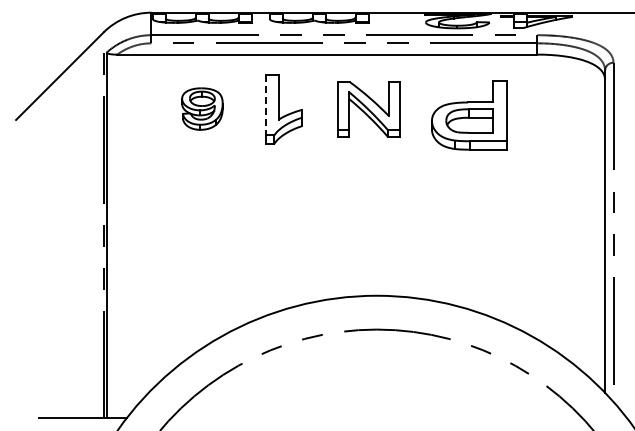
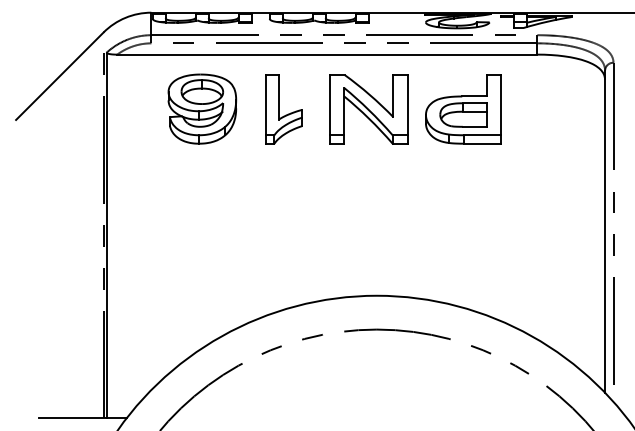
line at (266, 105): dashed -> solid
part at (202, 108) size: 43x44 px -> 71x72 px
part at (368, 109) size: 64x57 px -> 80x71 px
part at (469, 115) position: (469, 115) -> (463, 109)
